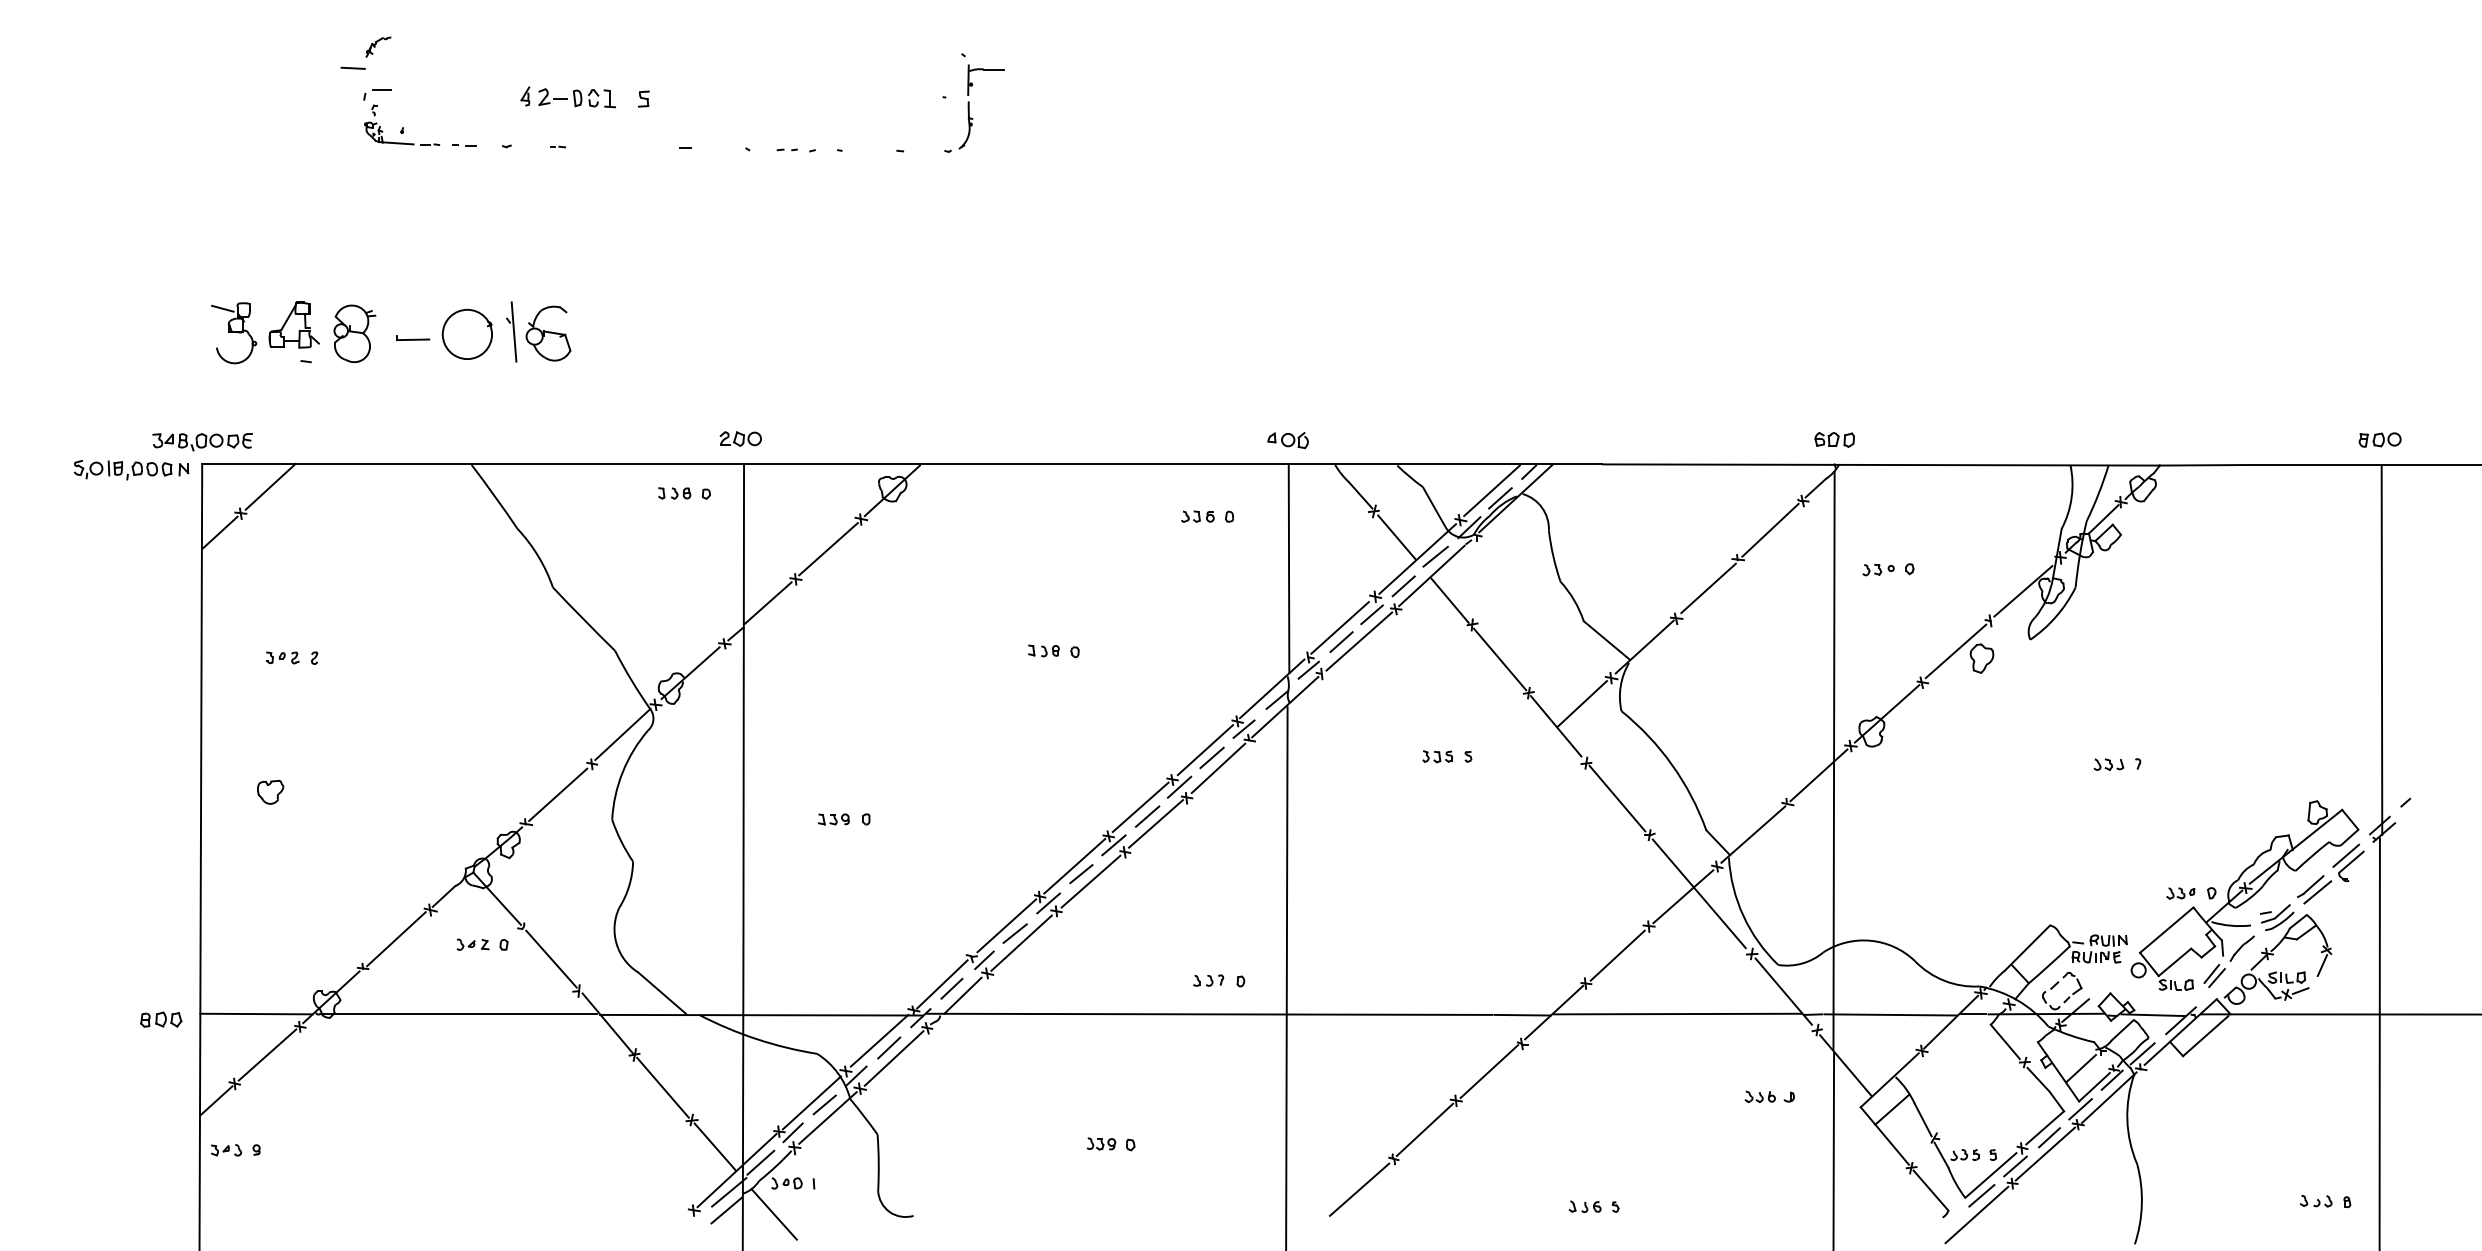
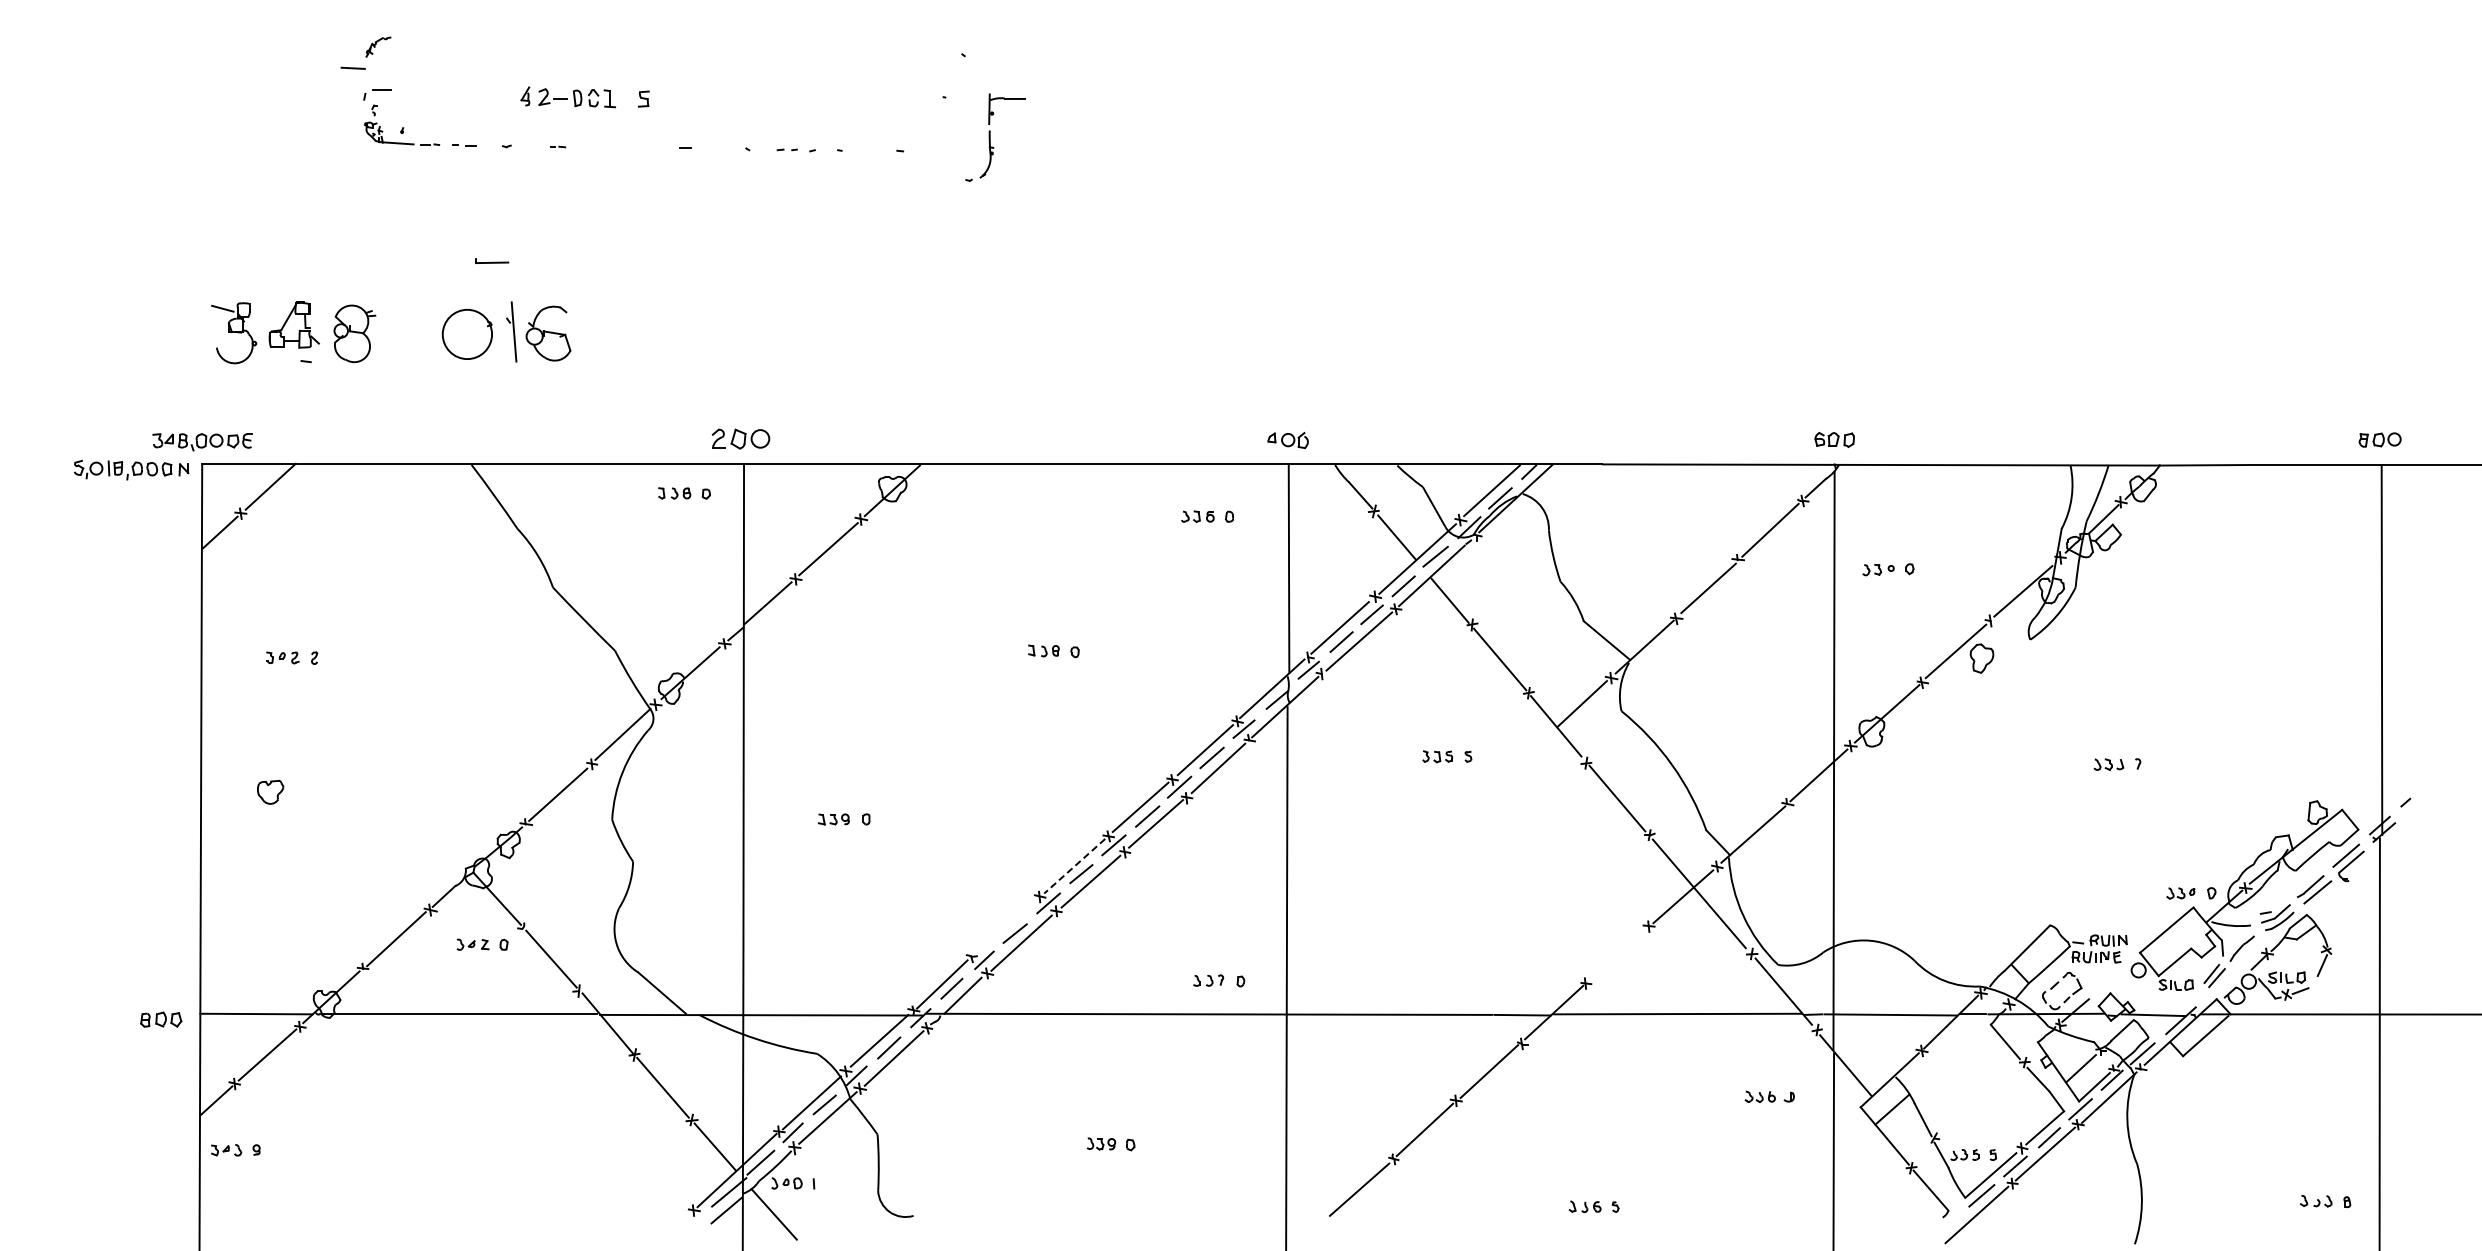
part at (974, 108) position: (974, 108) -> (995, 137)
part at (413, 337) position: (413, 337) -> (492, 260)
part at (740, 438) size: 43x16 px -> 60x22 px
line at (1074, 866): solid -> dashed
line at (1006, 925): present -> none
line at (1617, 955): present -> none
